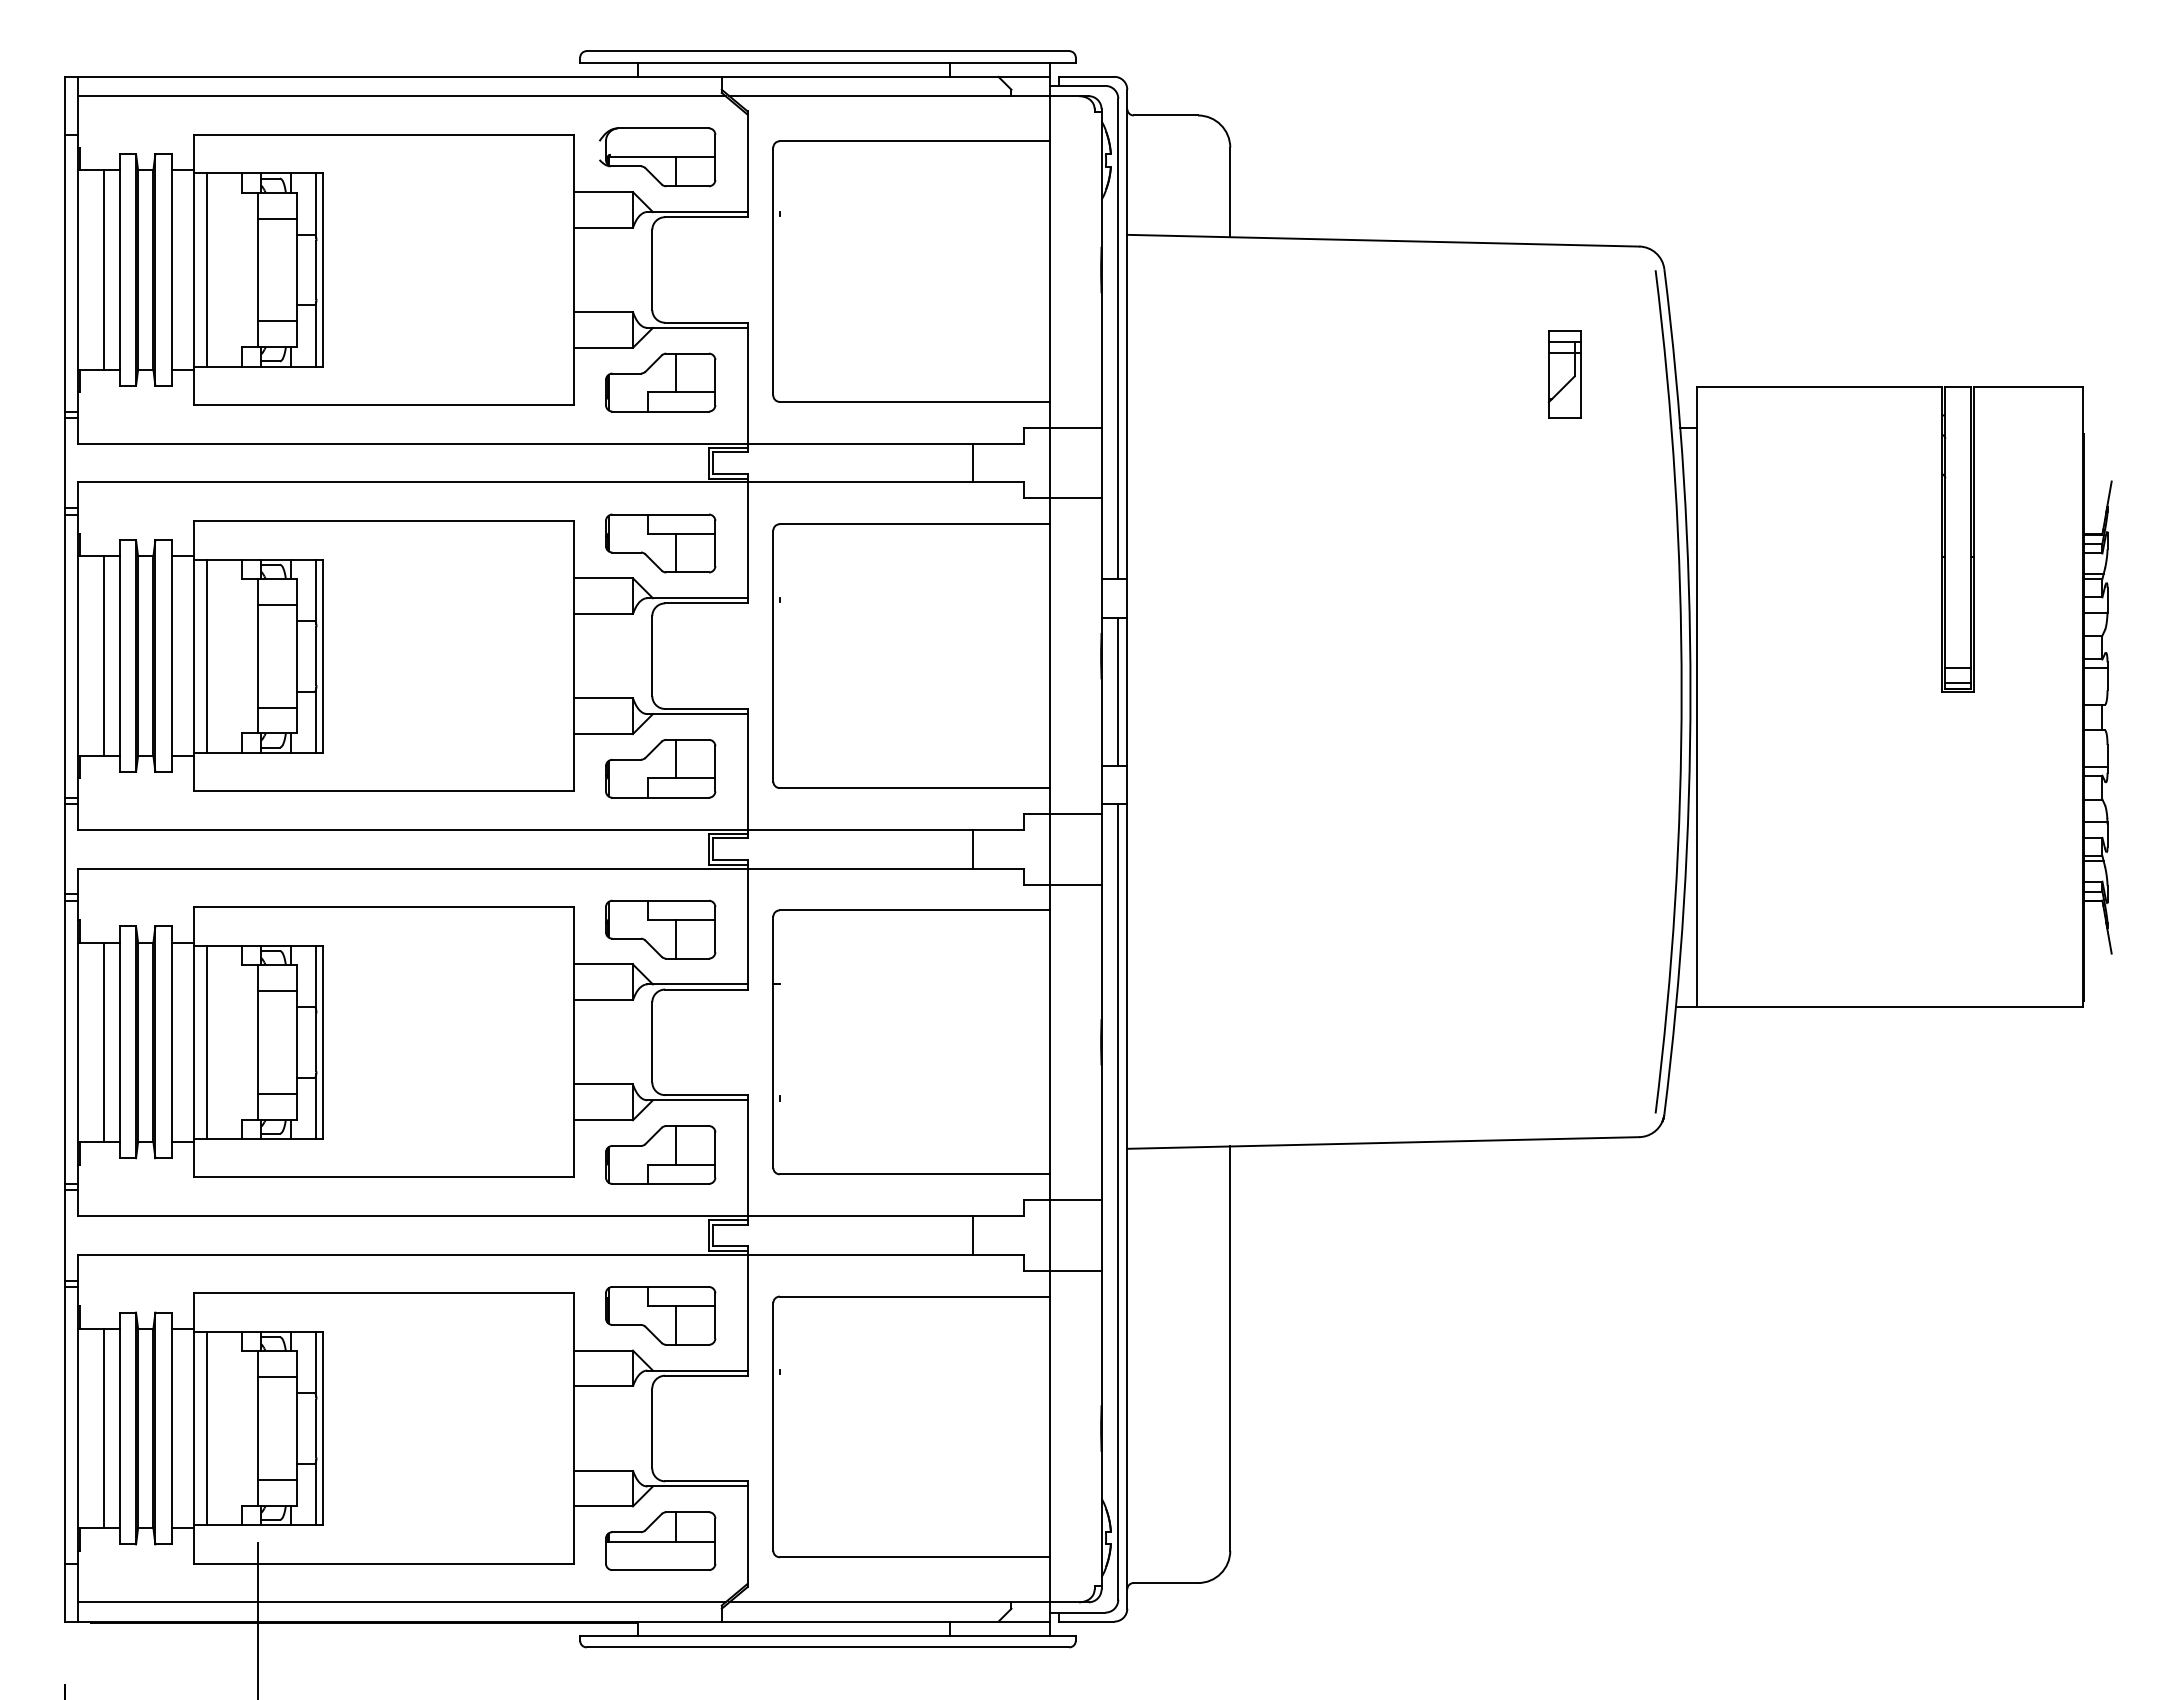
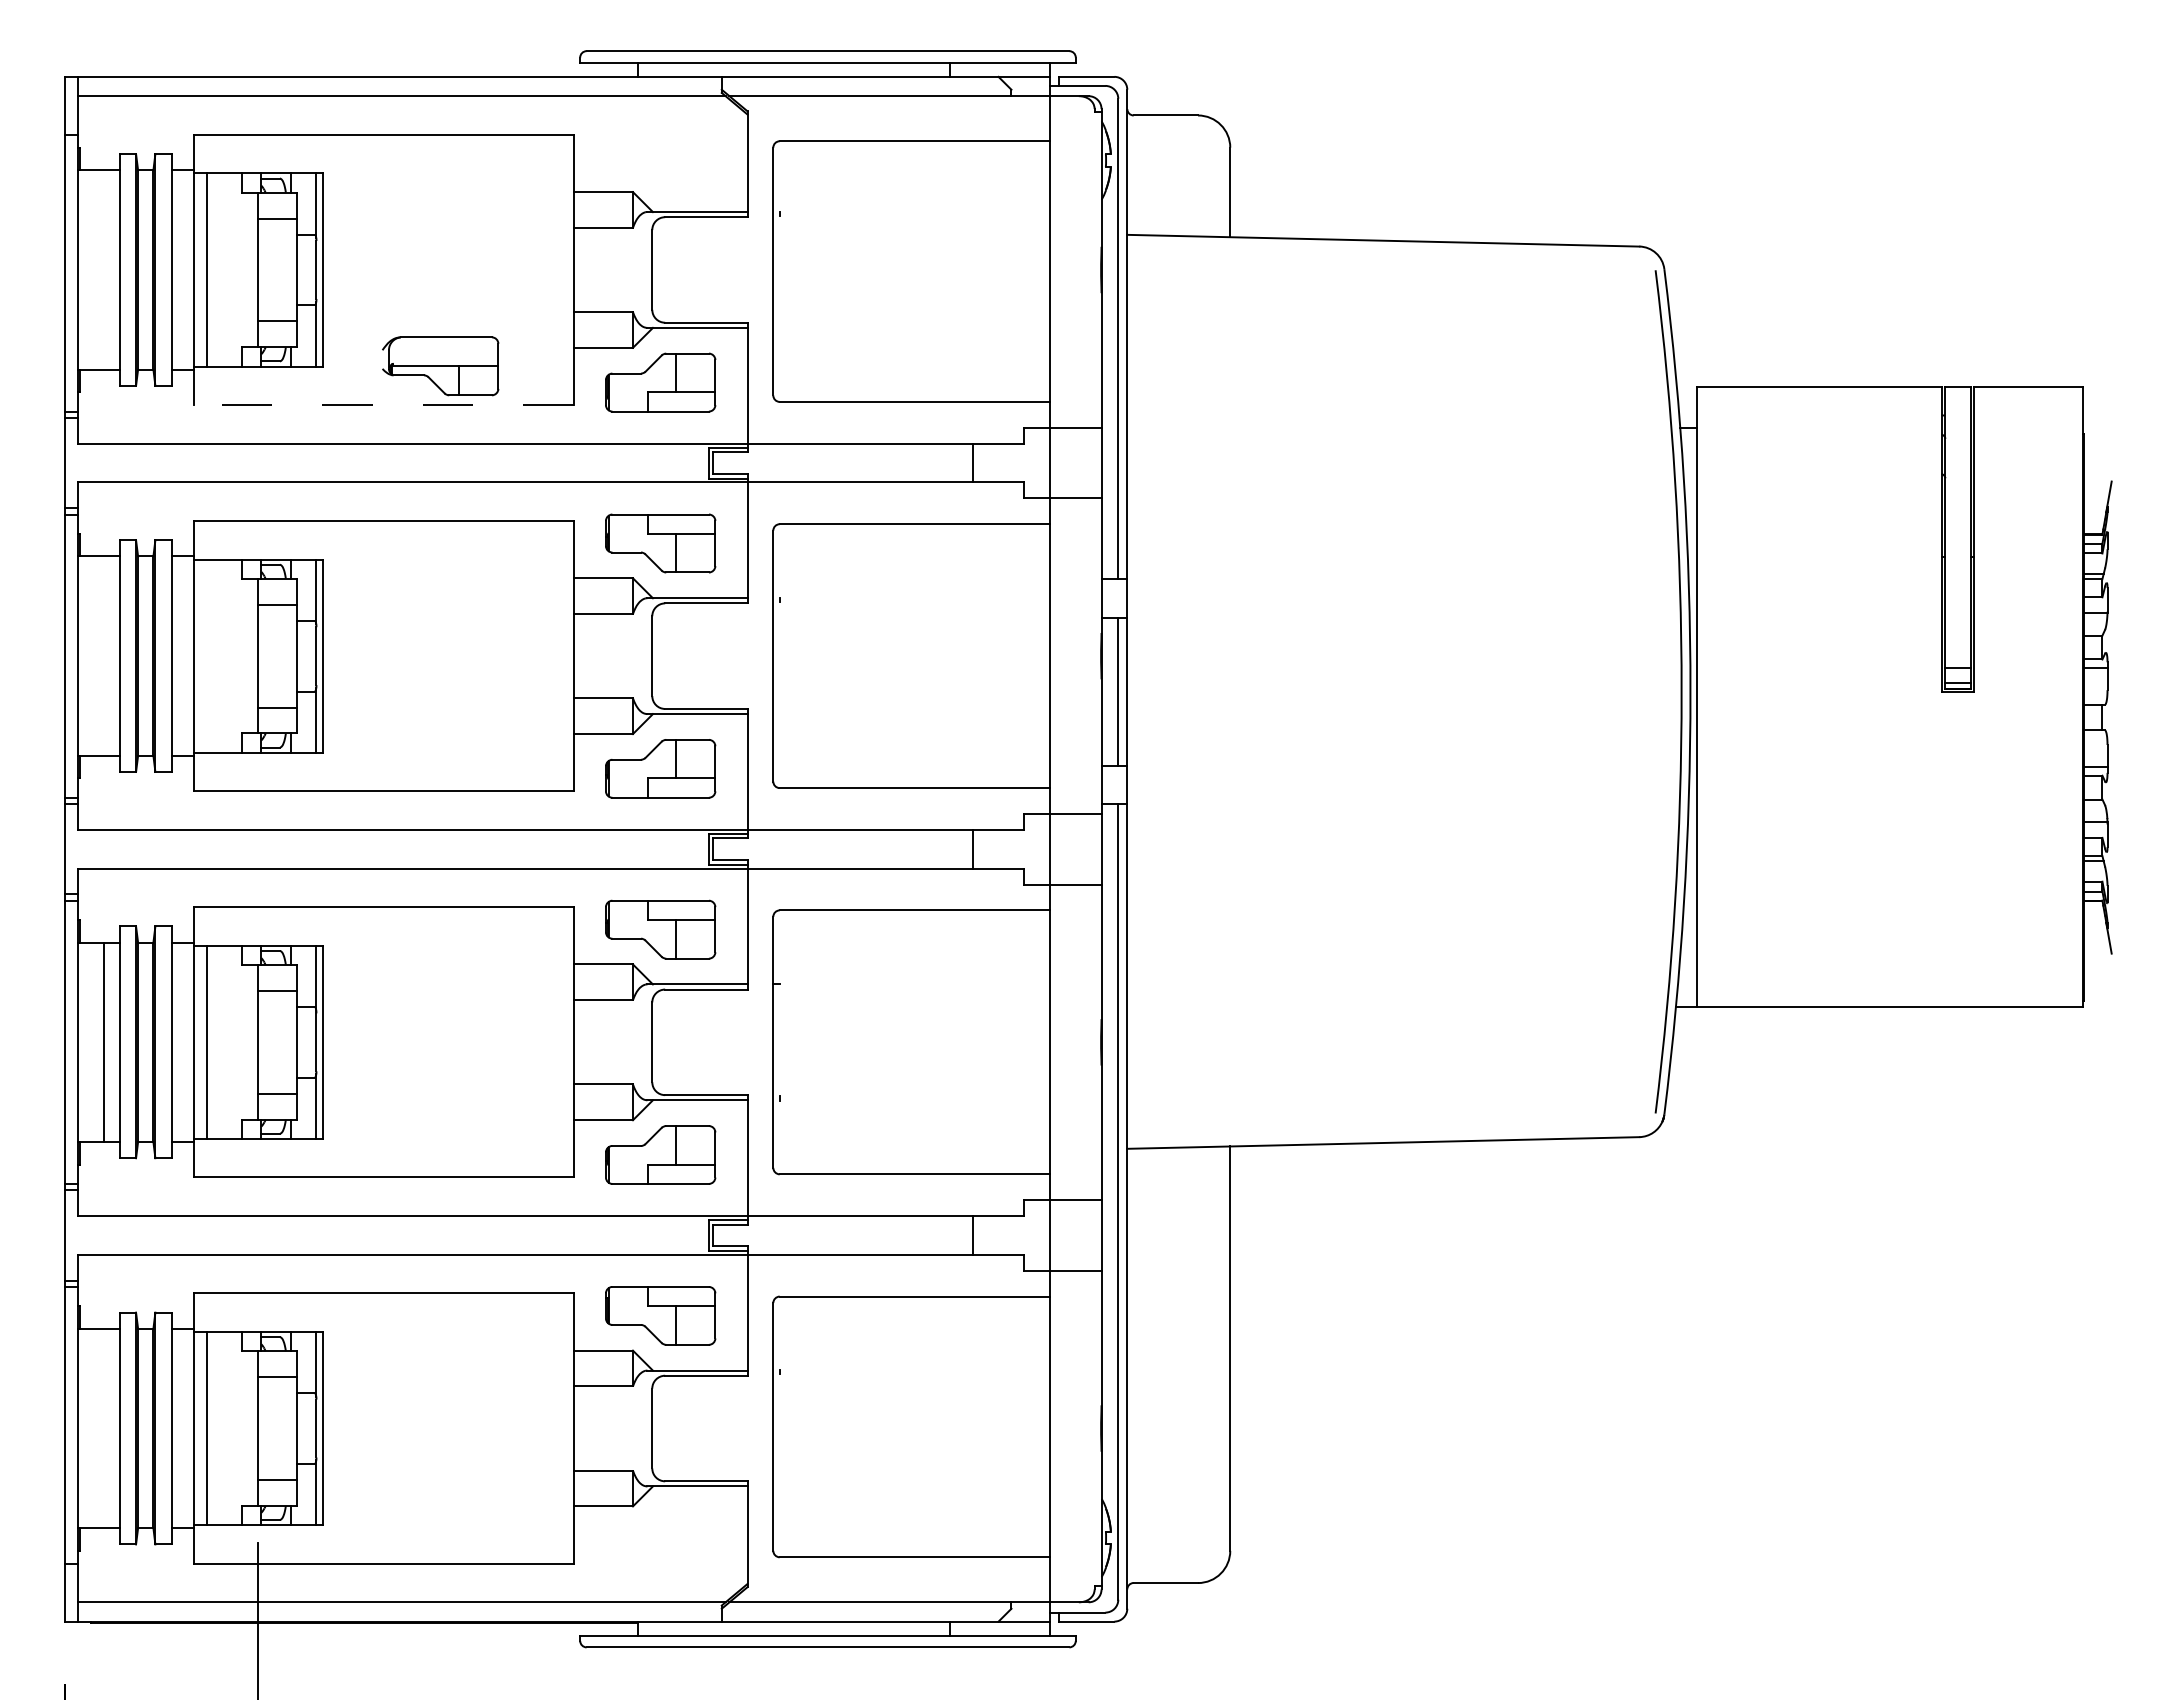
part at (657, 157) position: (657, 157) -> (440, 366)
line at (103, 269): present -> none
part at (1564, 374): present -> none
line at (383, 405): solid -> dashed
line at (103, 655): present -> none
line at (206, 655): present -> none
line at (103, 1428): present -> none
part at (660, 1540): present -> none
